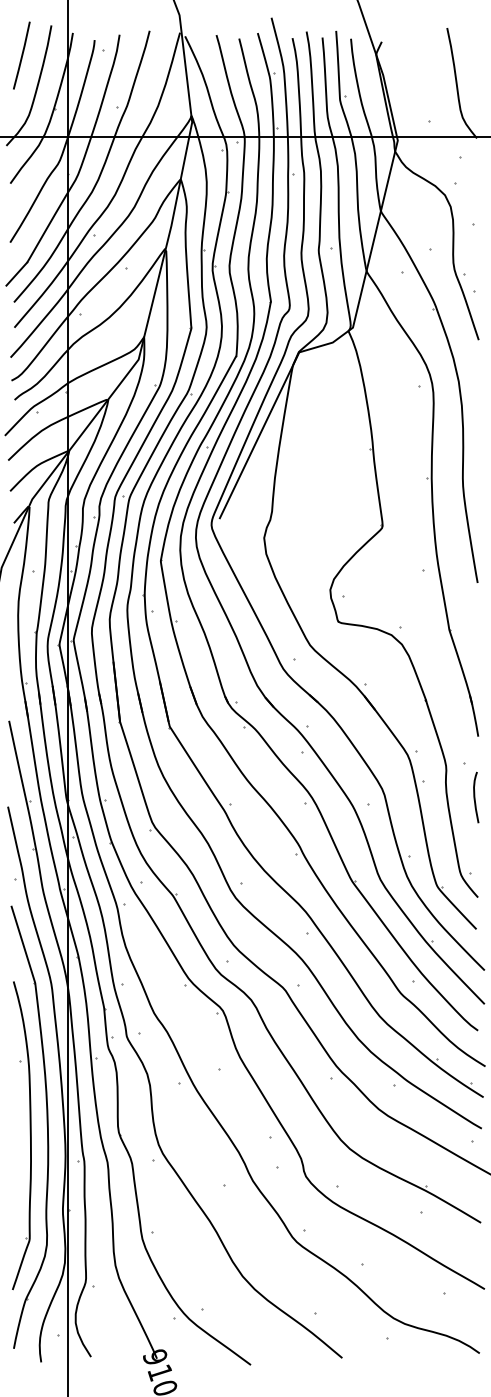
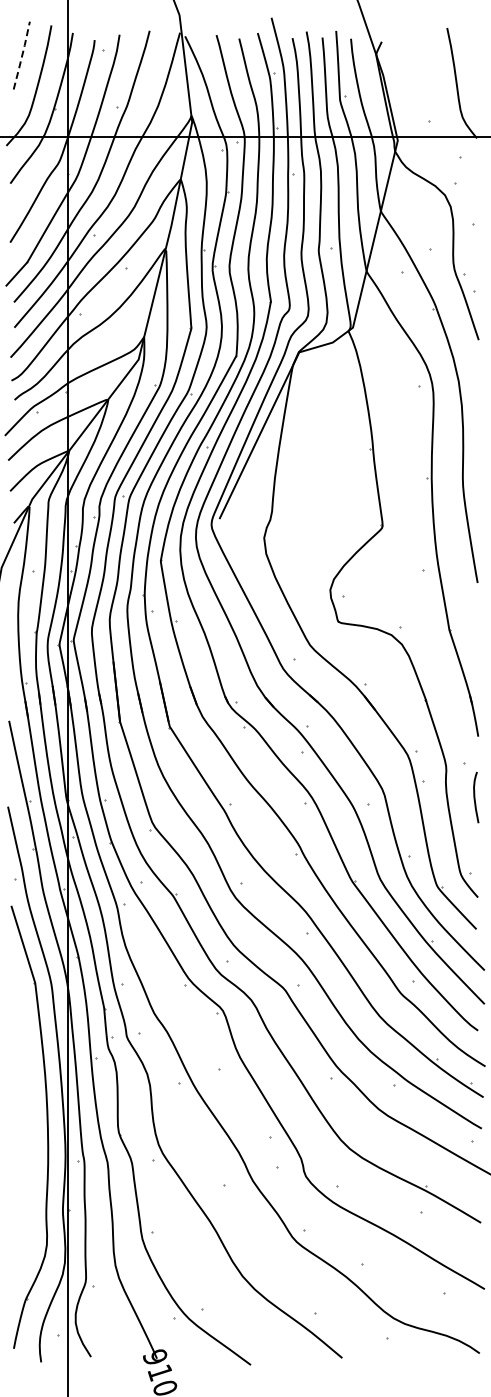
line at (22, 55): solid -> dashed
part at (29, 1134): present -> none
